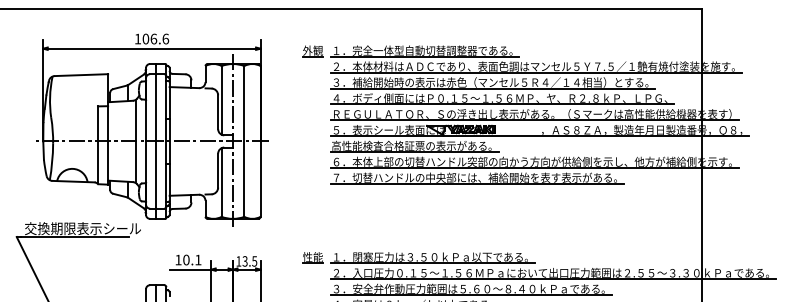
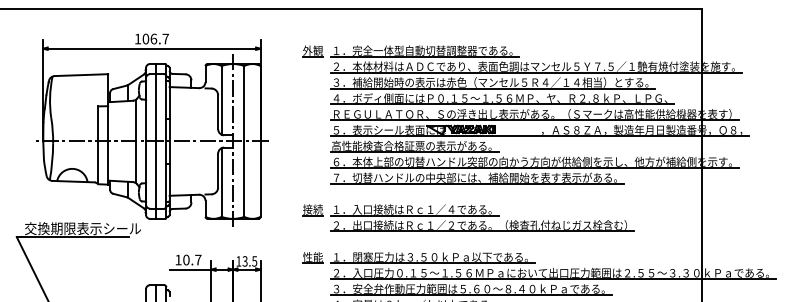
text at (165, 38): 106.6 -> 106.7
part at (468, 217): none -> present
text at (198, 259): 10.1 -> 10.7
